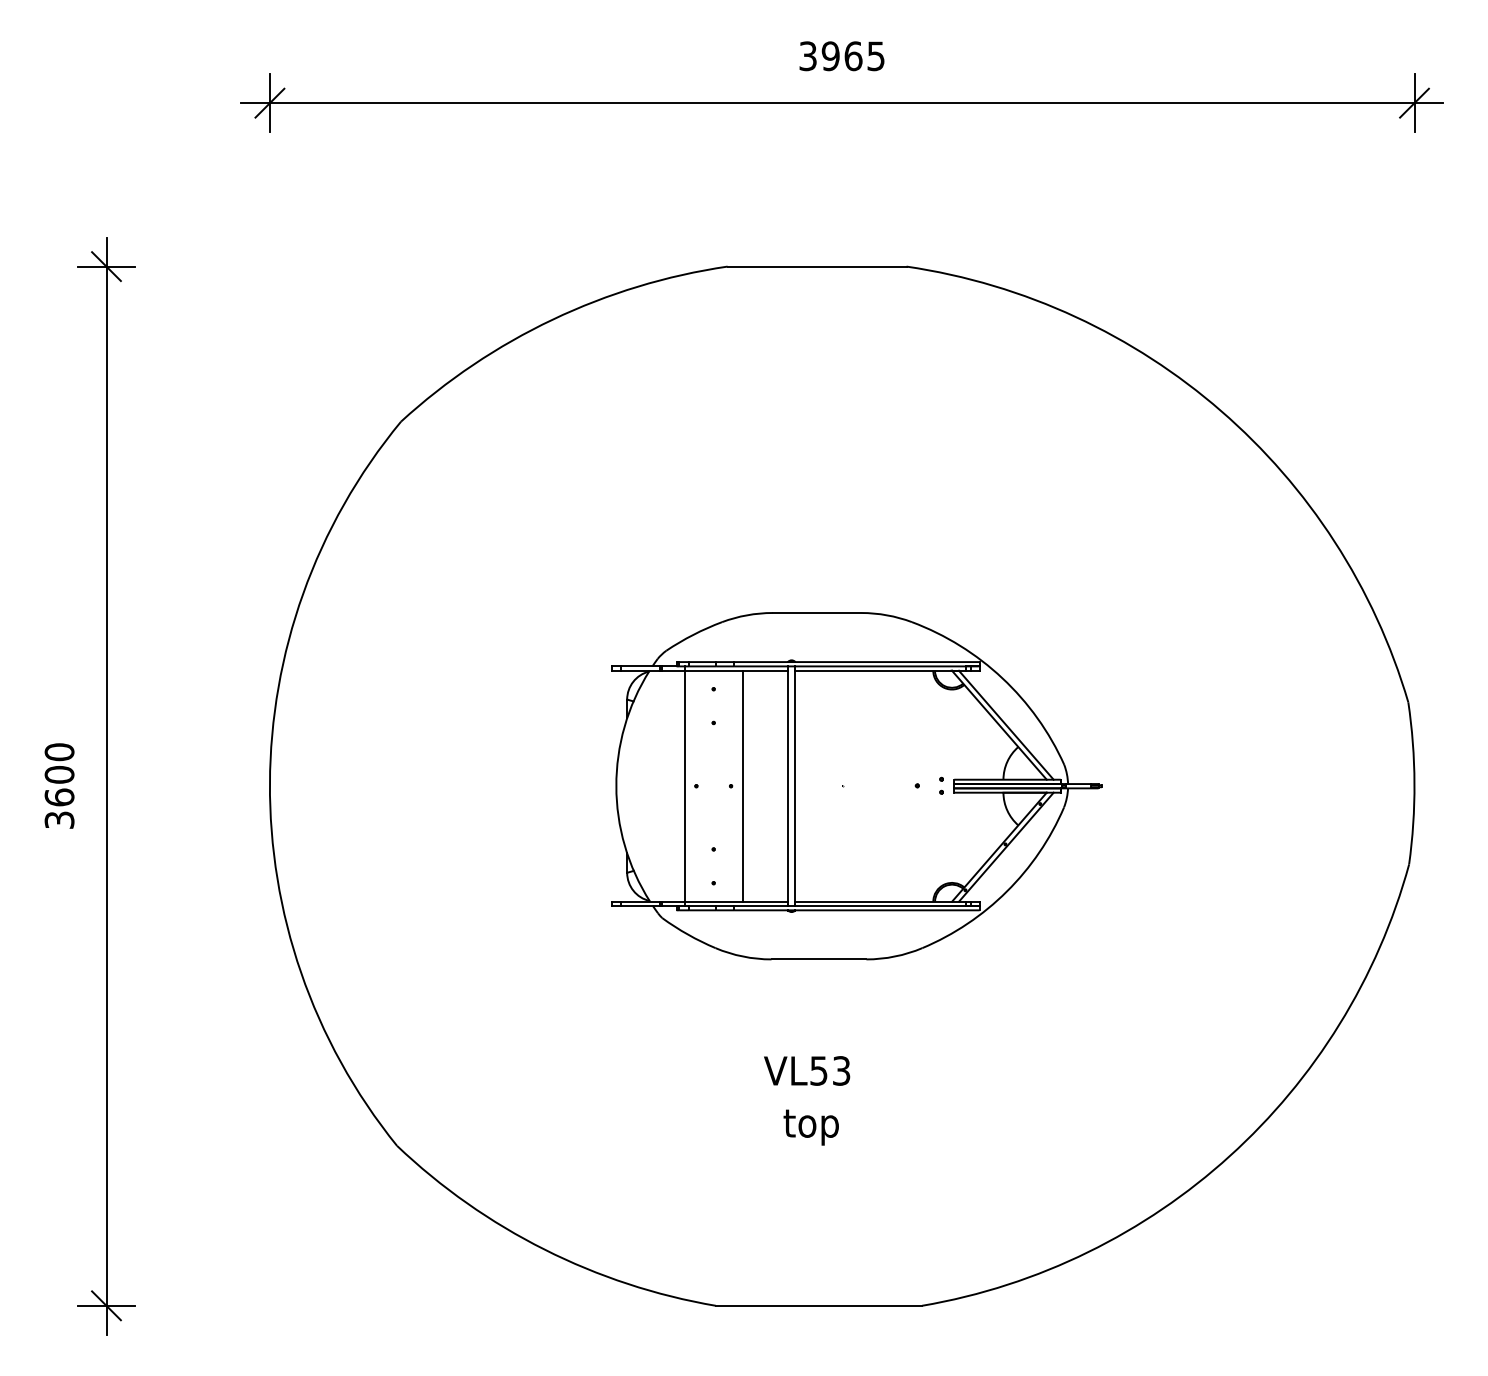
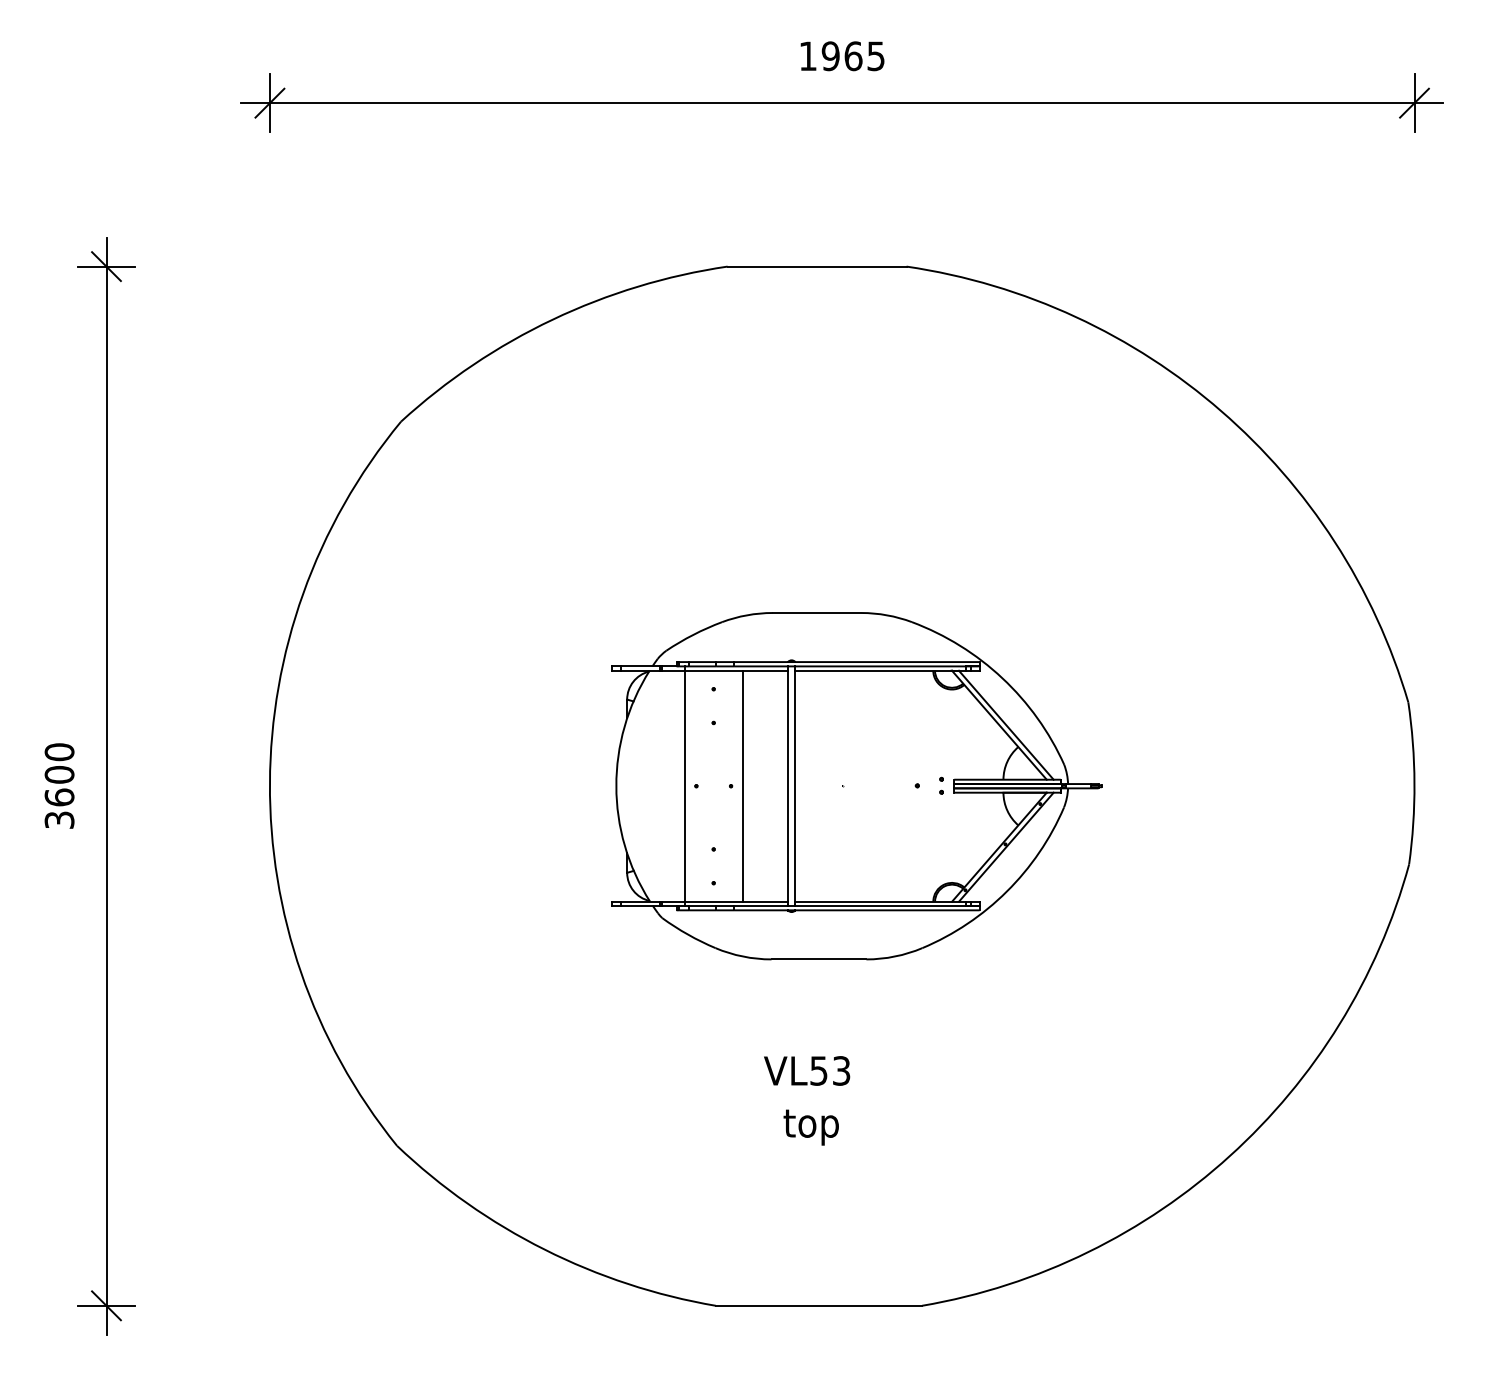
text at (807, 56): 3965 -> 1965
